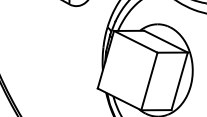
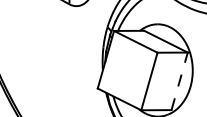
line at (179, 81): solid -> dashed
